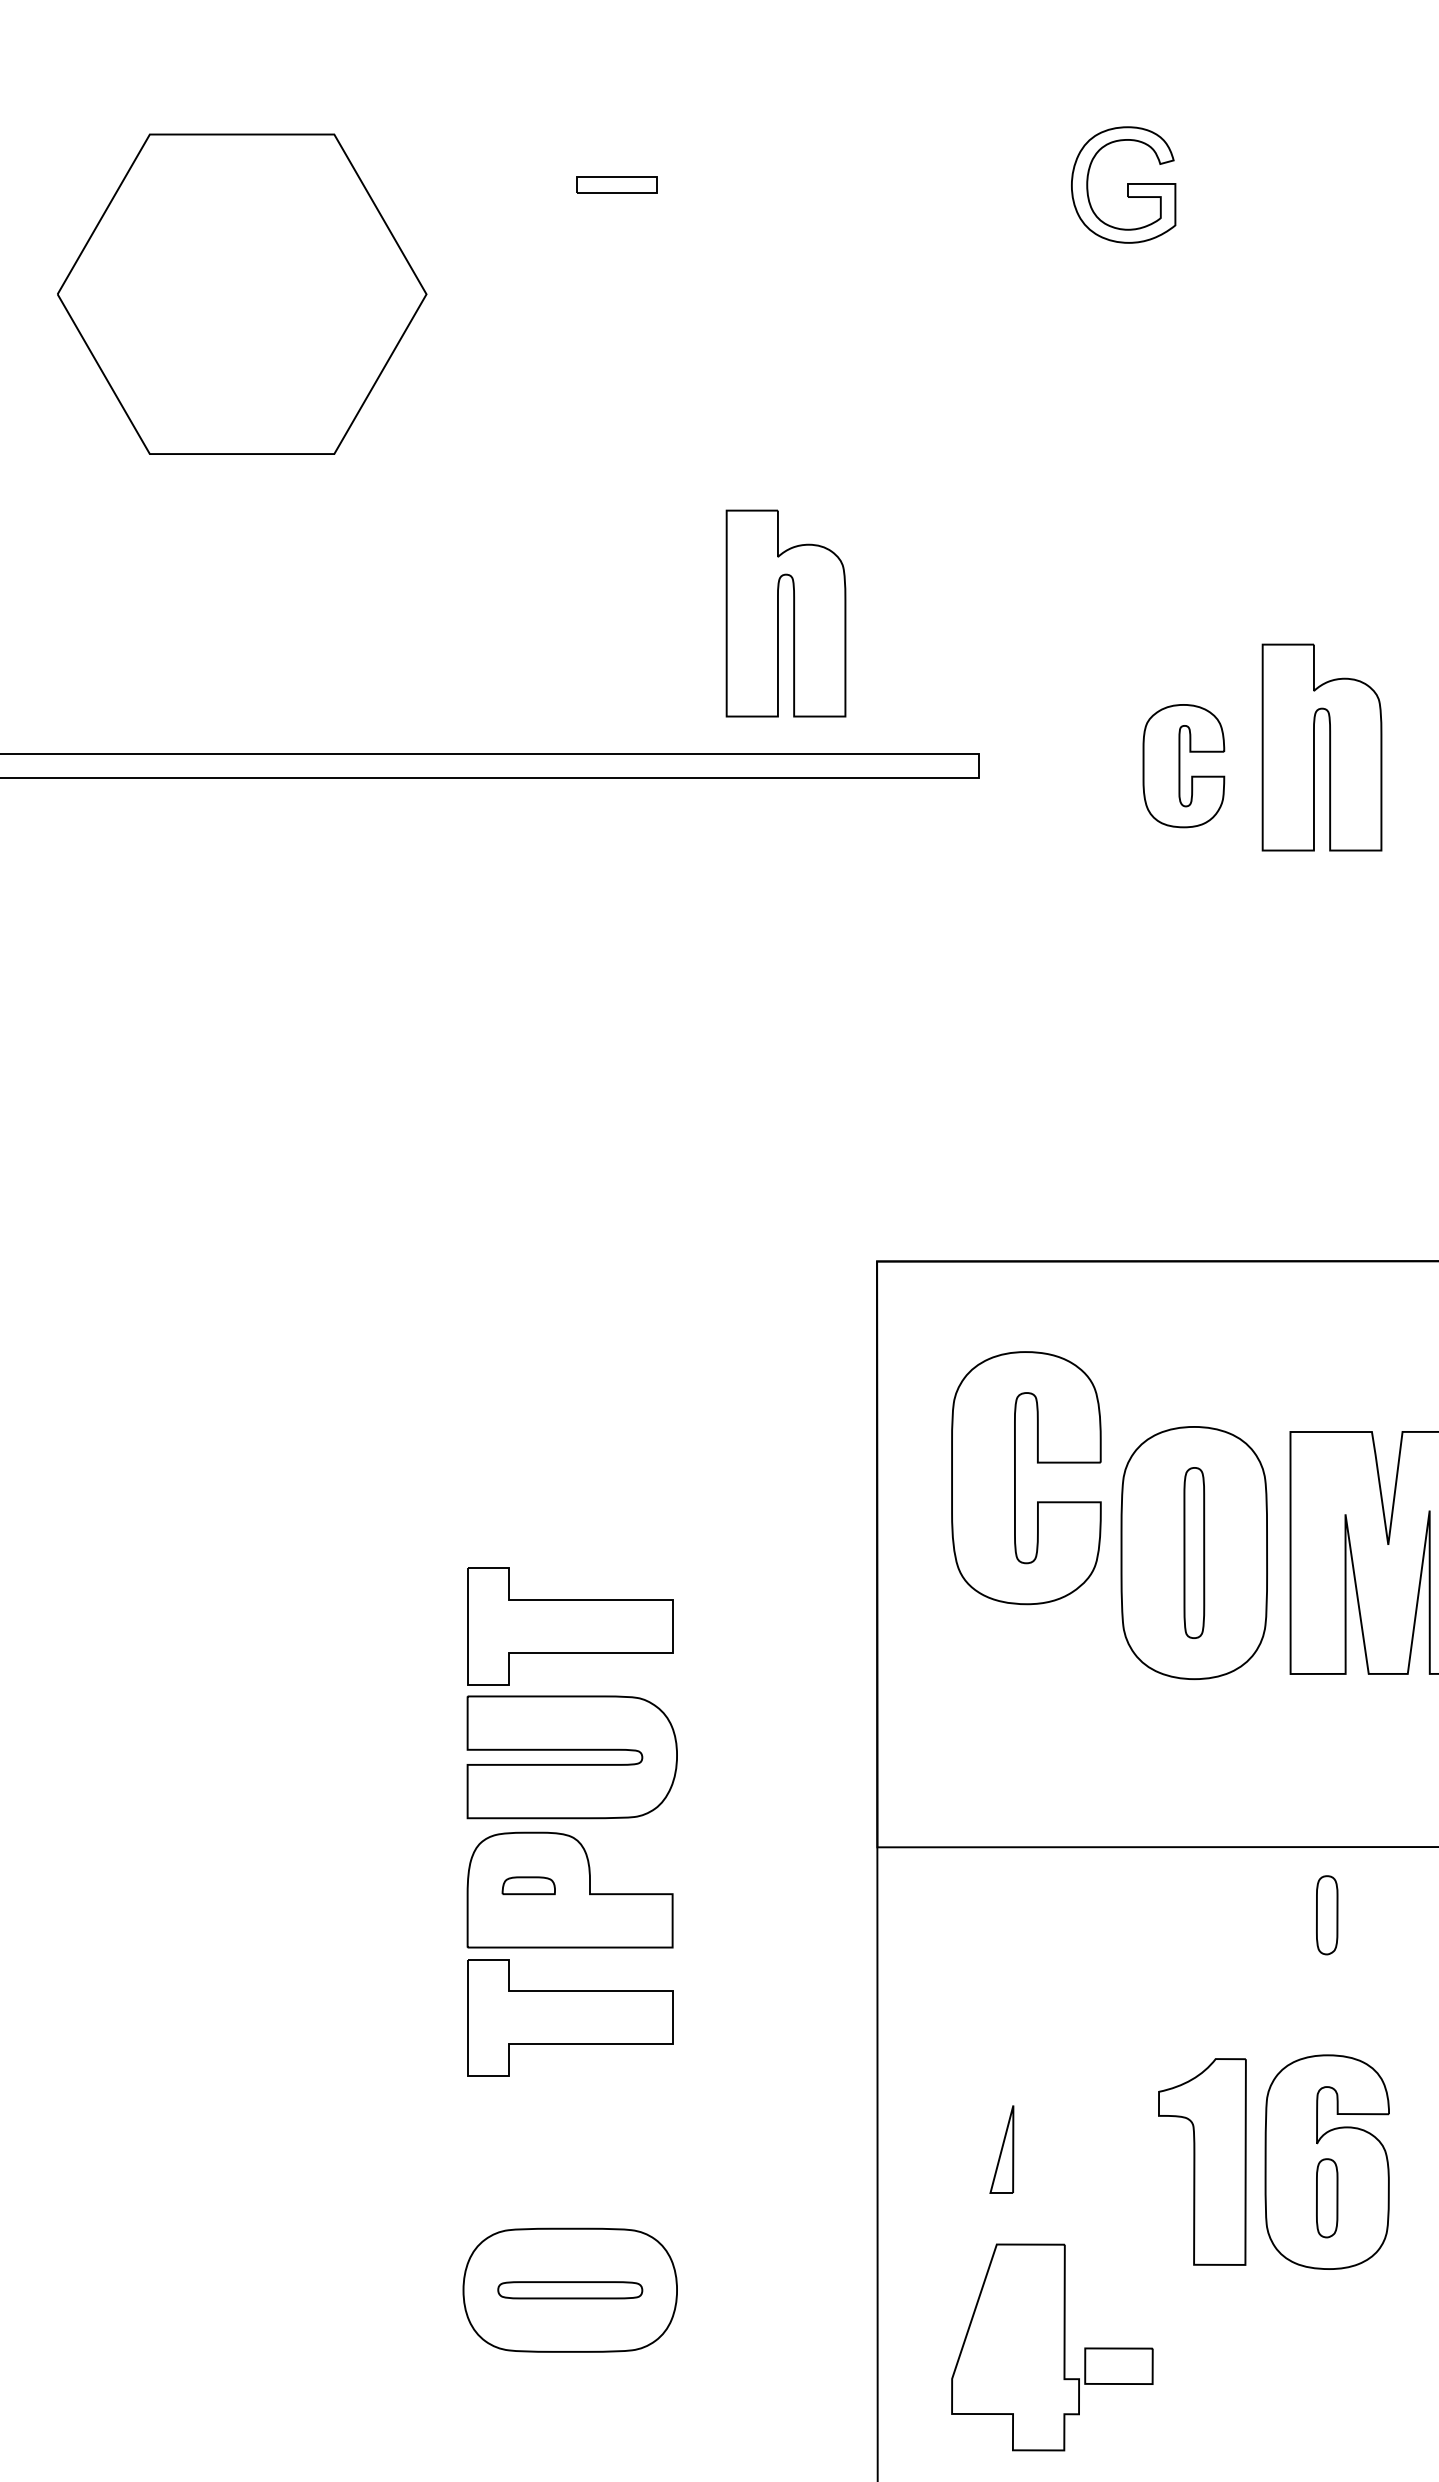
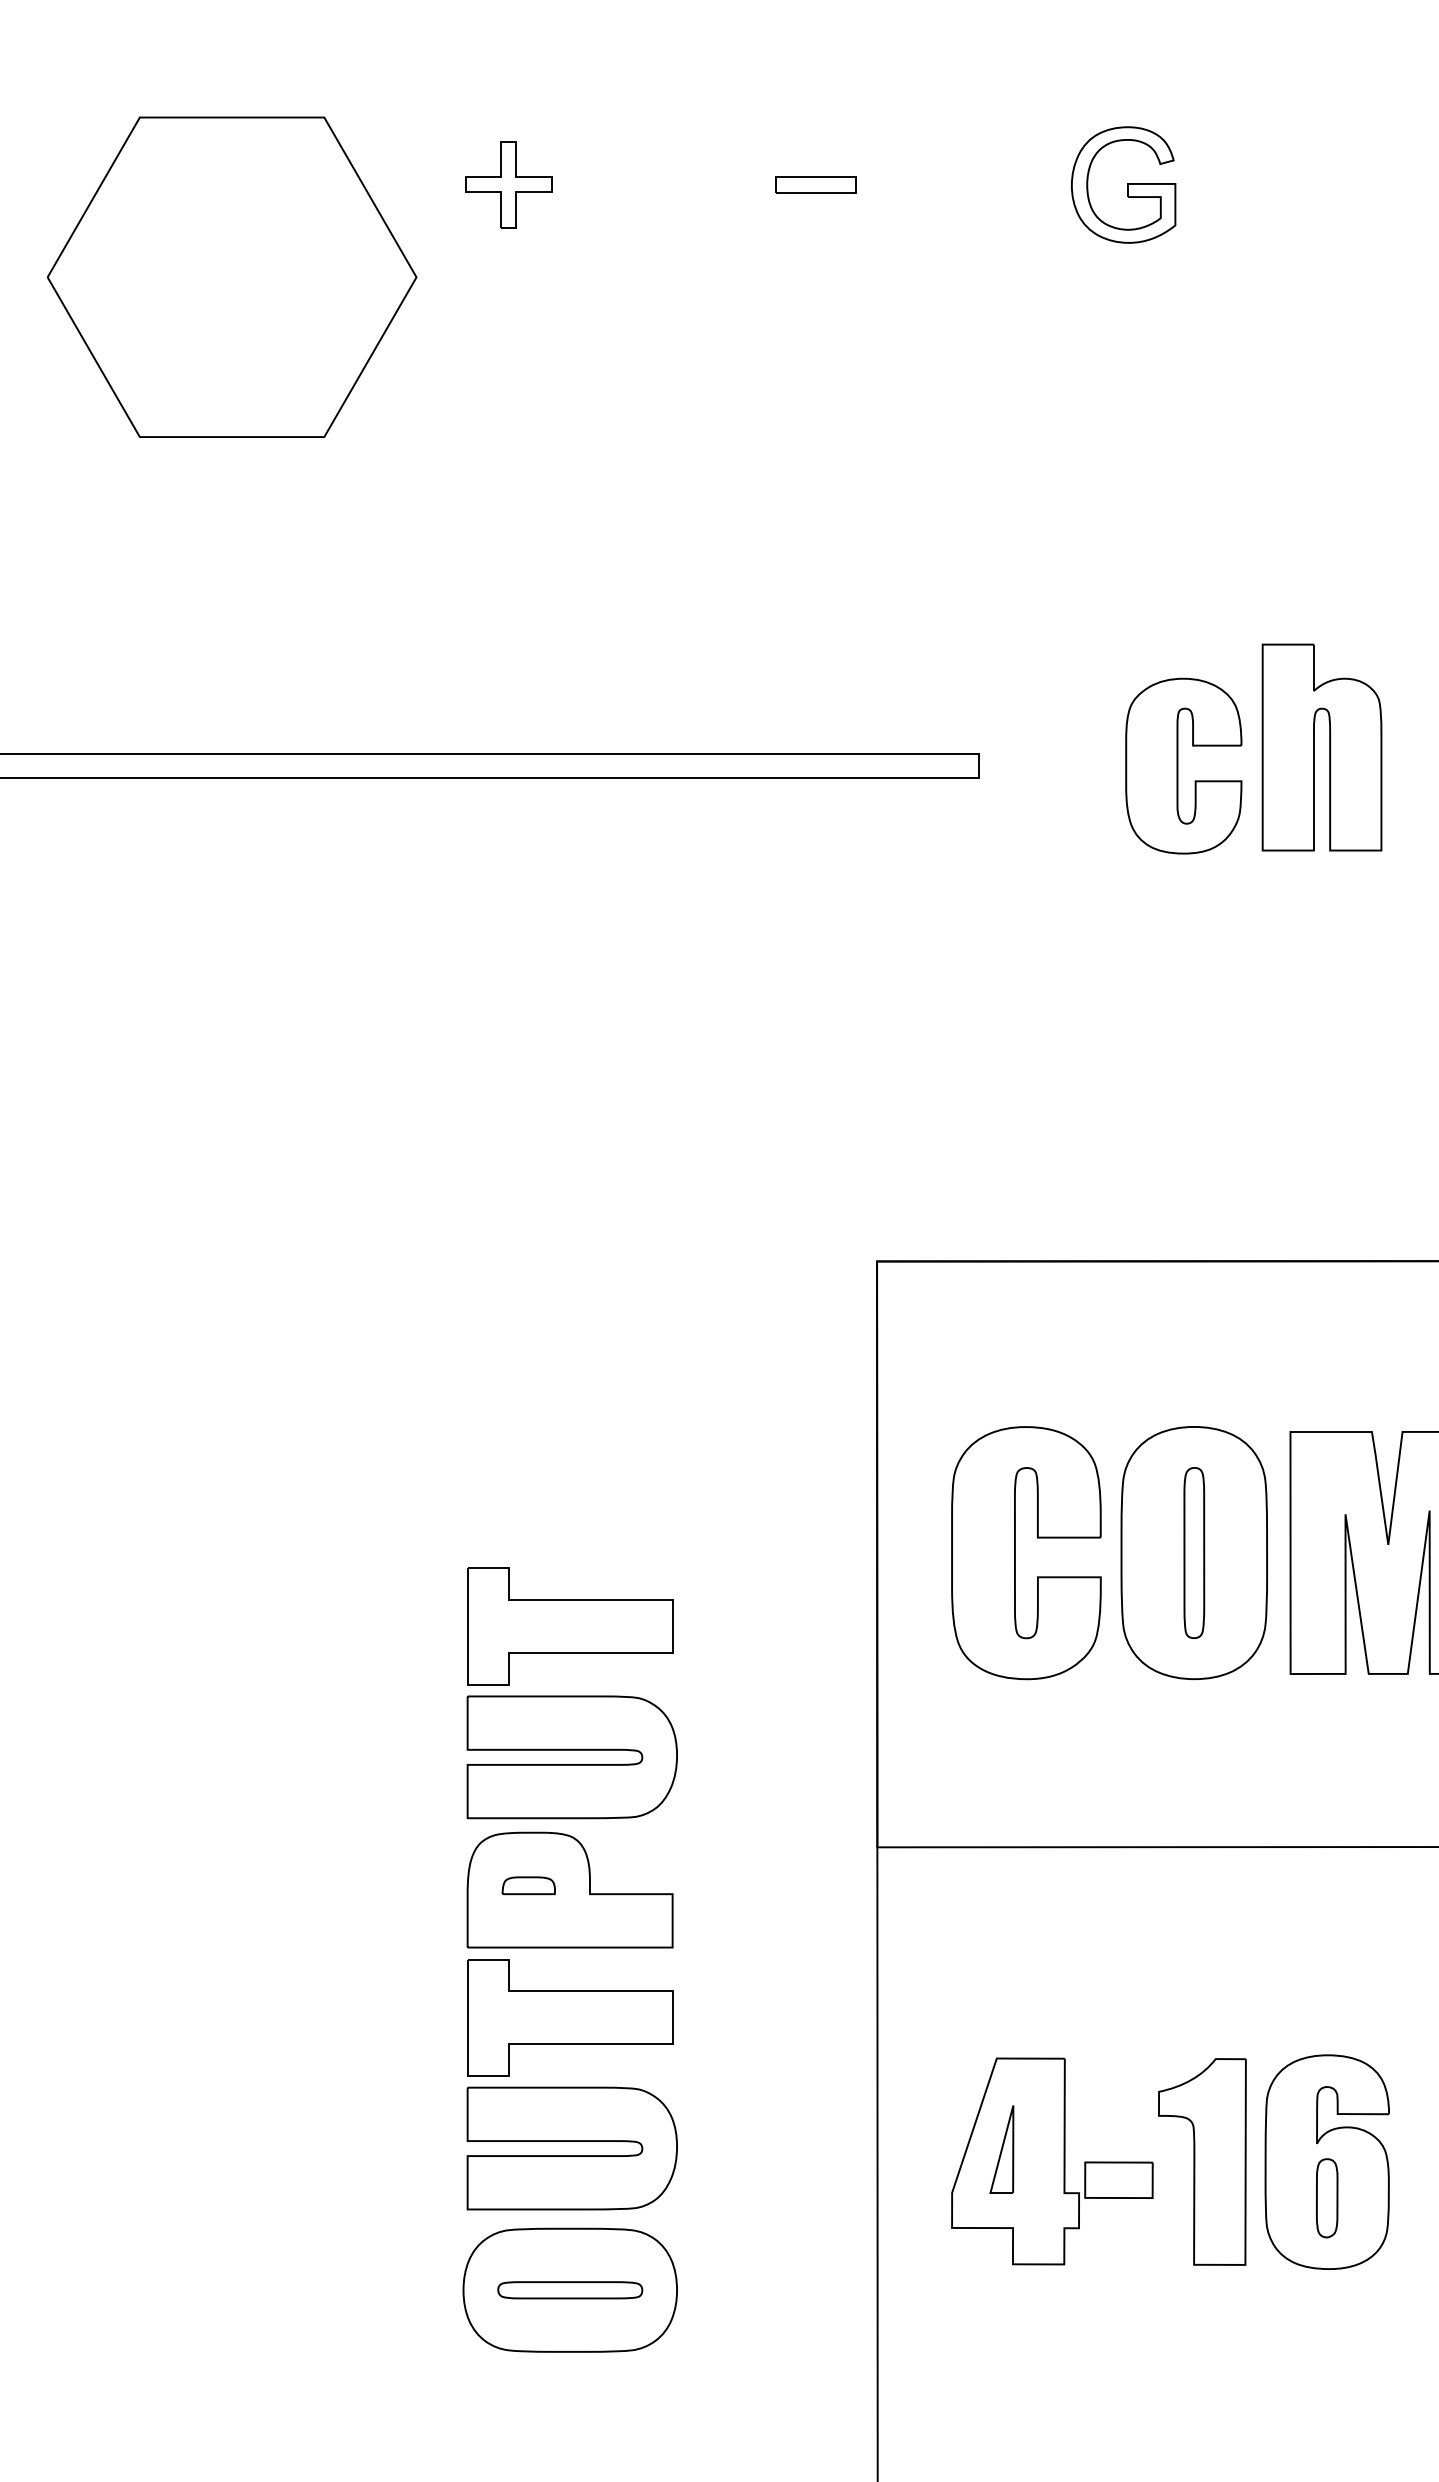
part at (508, 184): none -> present
part at (616, 184) position: (616, 184) -> (815, 184)
part at (242, 293) position: (242, 293) -> (232, 276)
part at (778, 613): present -> none
part at (1183, 766) size: 84x125 px -> 118x178 px
part at (1015, 1478) position: (1015, 1478) -> (1015, 1553)
part at (1327, 1915): present -> none
part at (571, 2141): none -> present
part at (1052, 2347) position: (1052, 2347) -> (1052, 2161)
